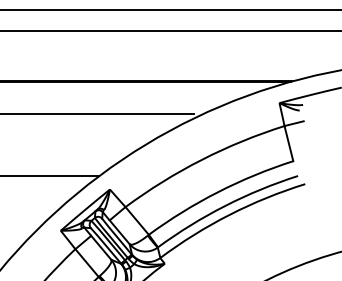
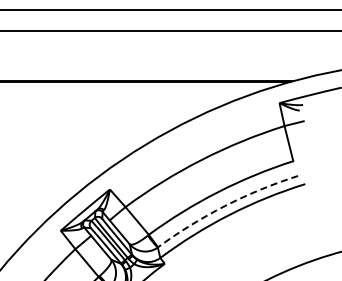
line at (98, 113): present -> none
line at (50, 176): present -> none
arc at (225, 206): solid -> dashed
